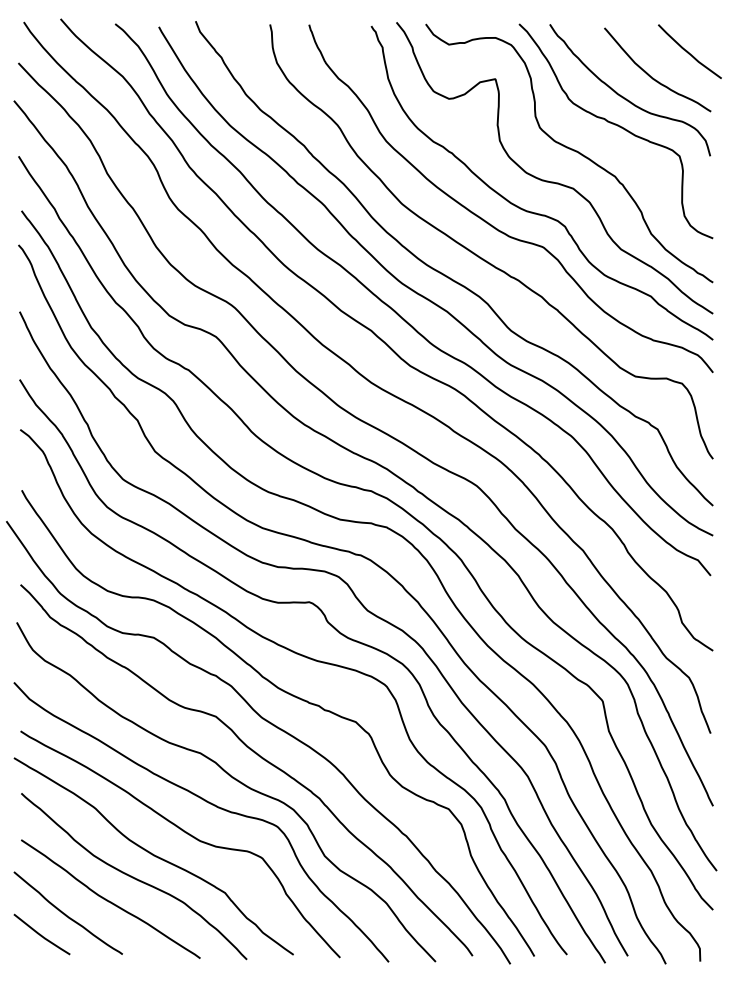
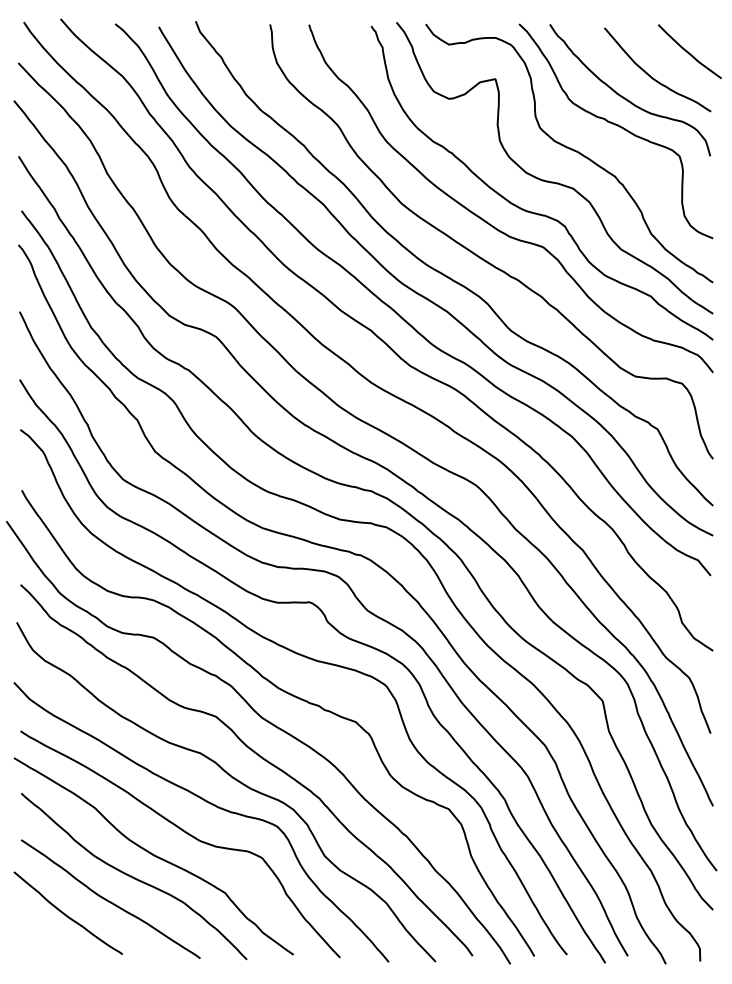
line at (41, 934): present -> none
